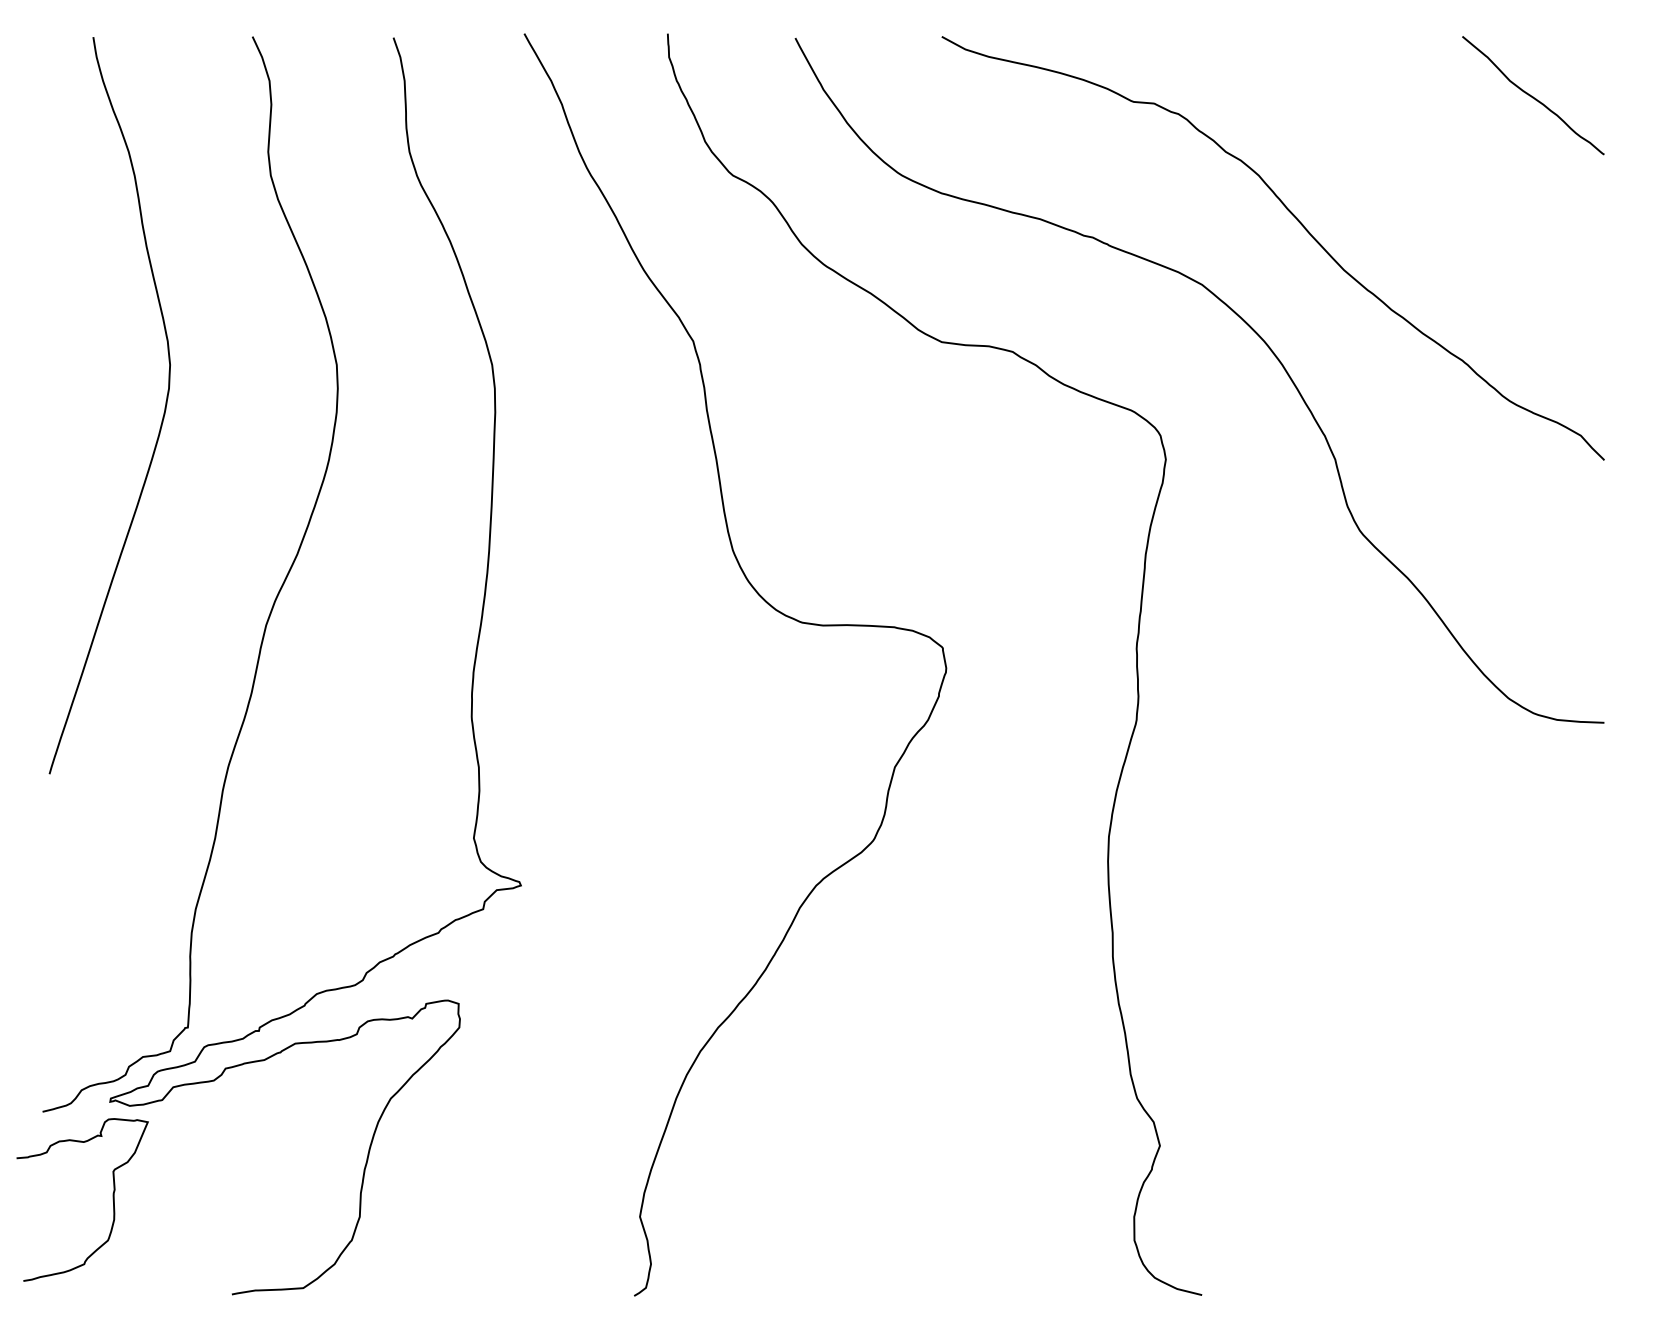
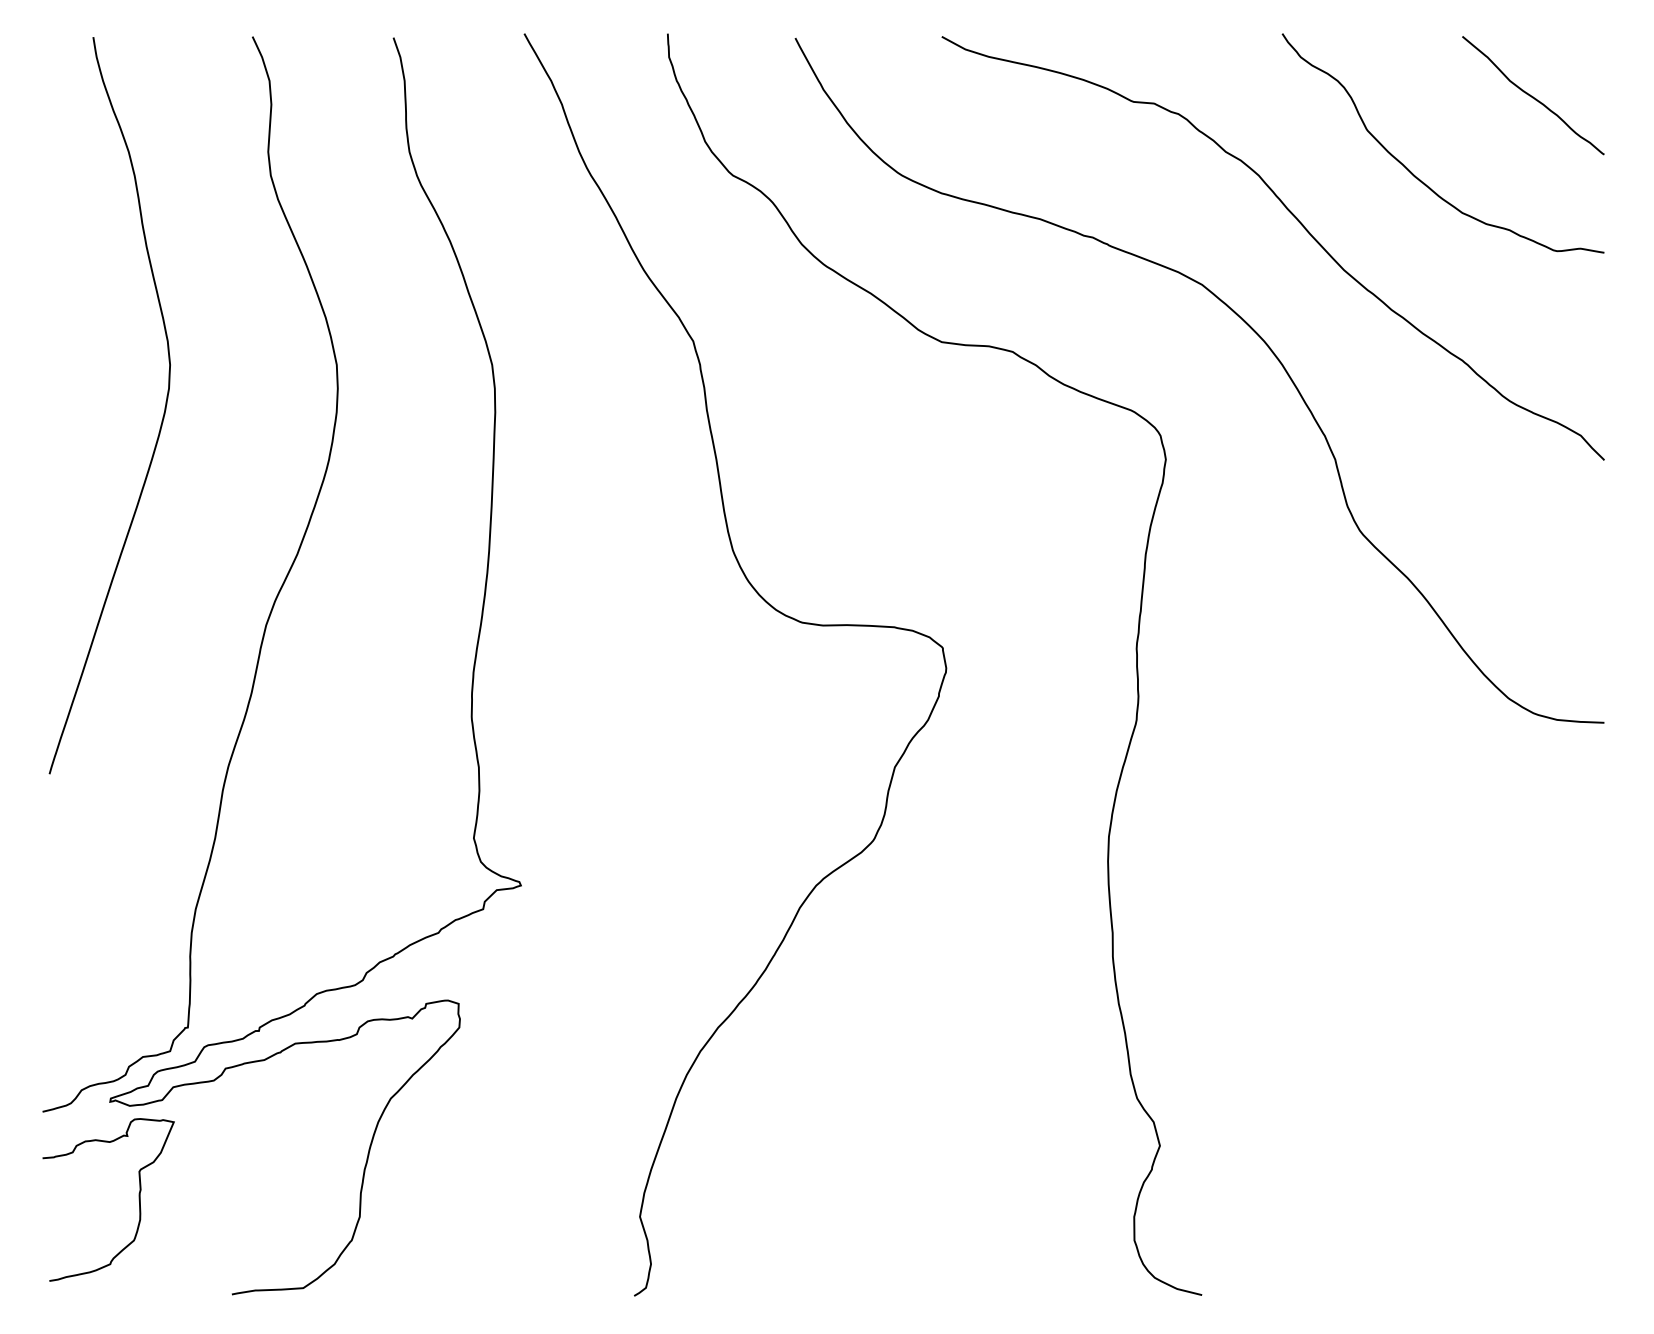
curve at (1412, 172): none -> present
curve at (112, 1199) position: (112, 1199) -> (138, 1199)
